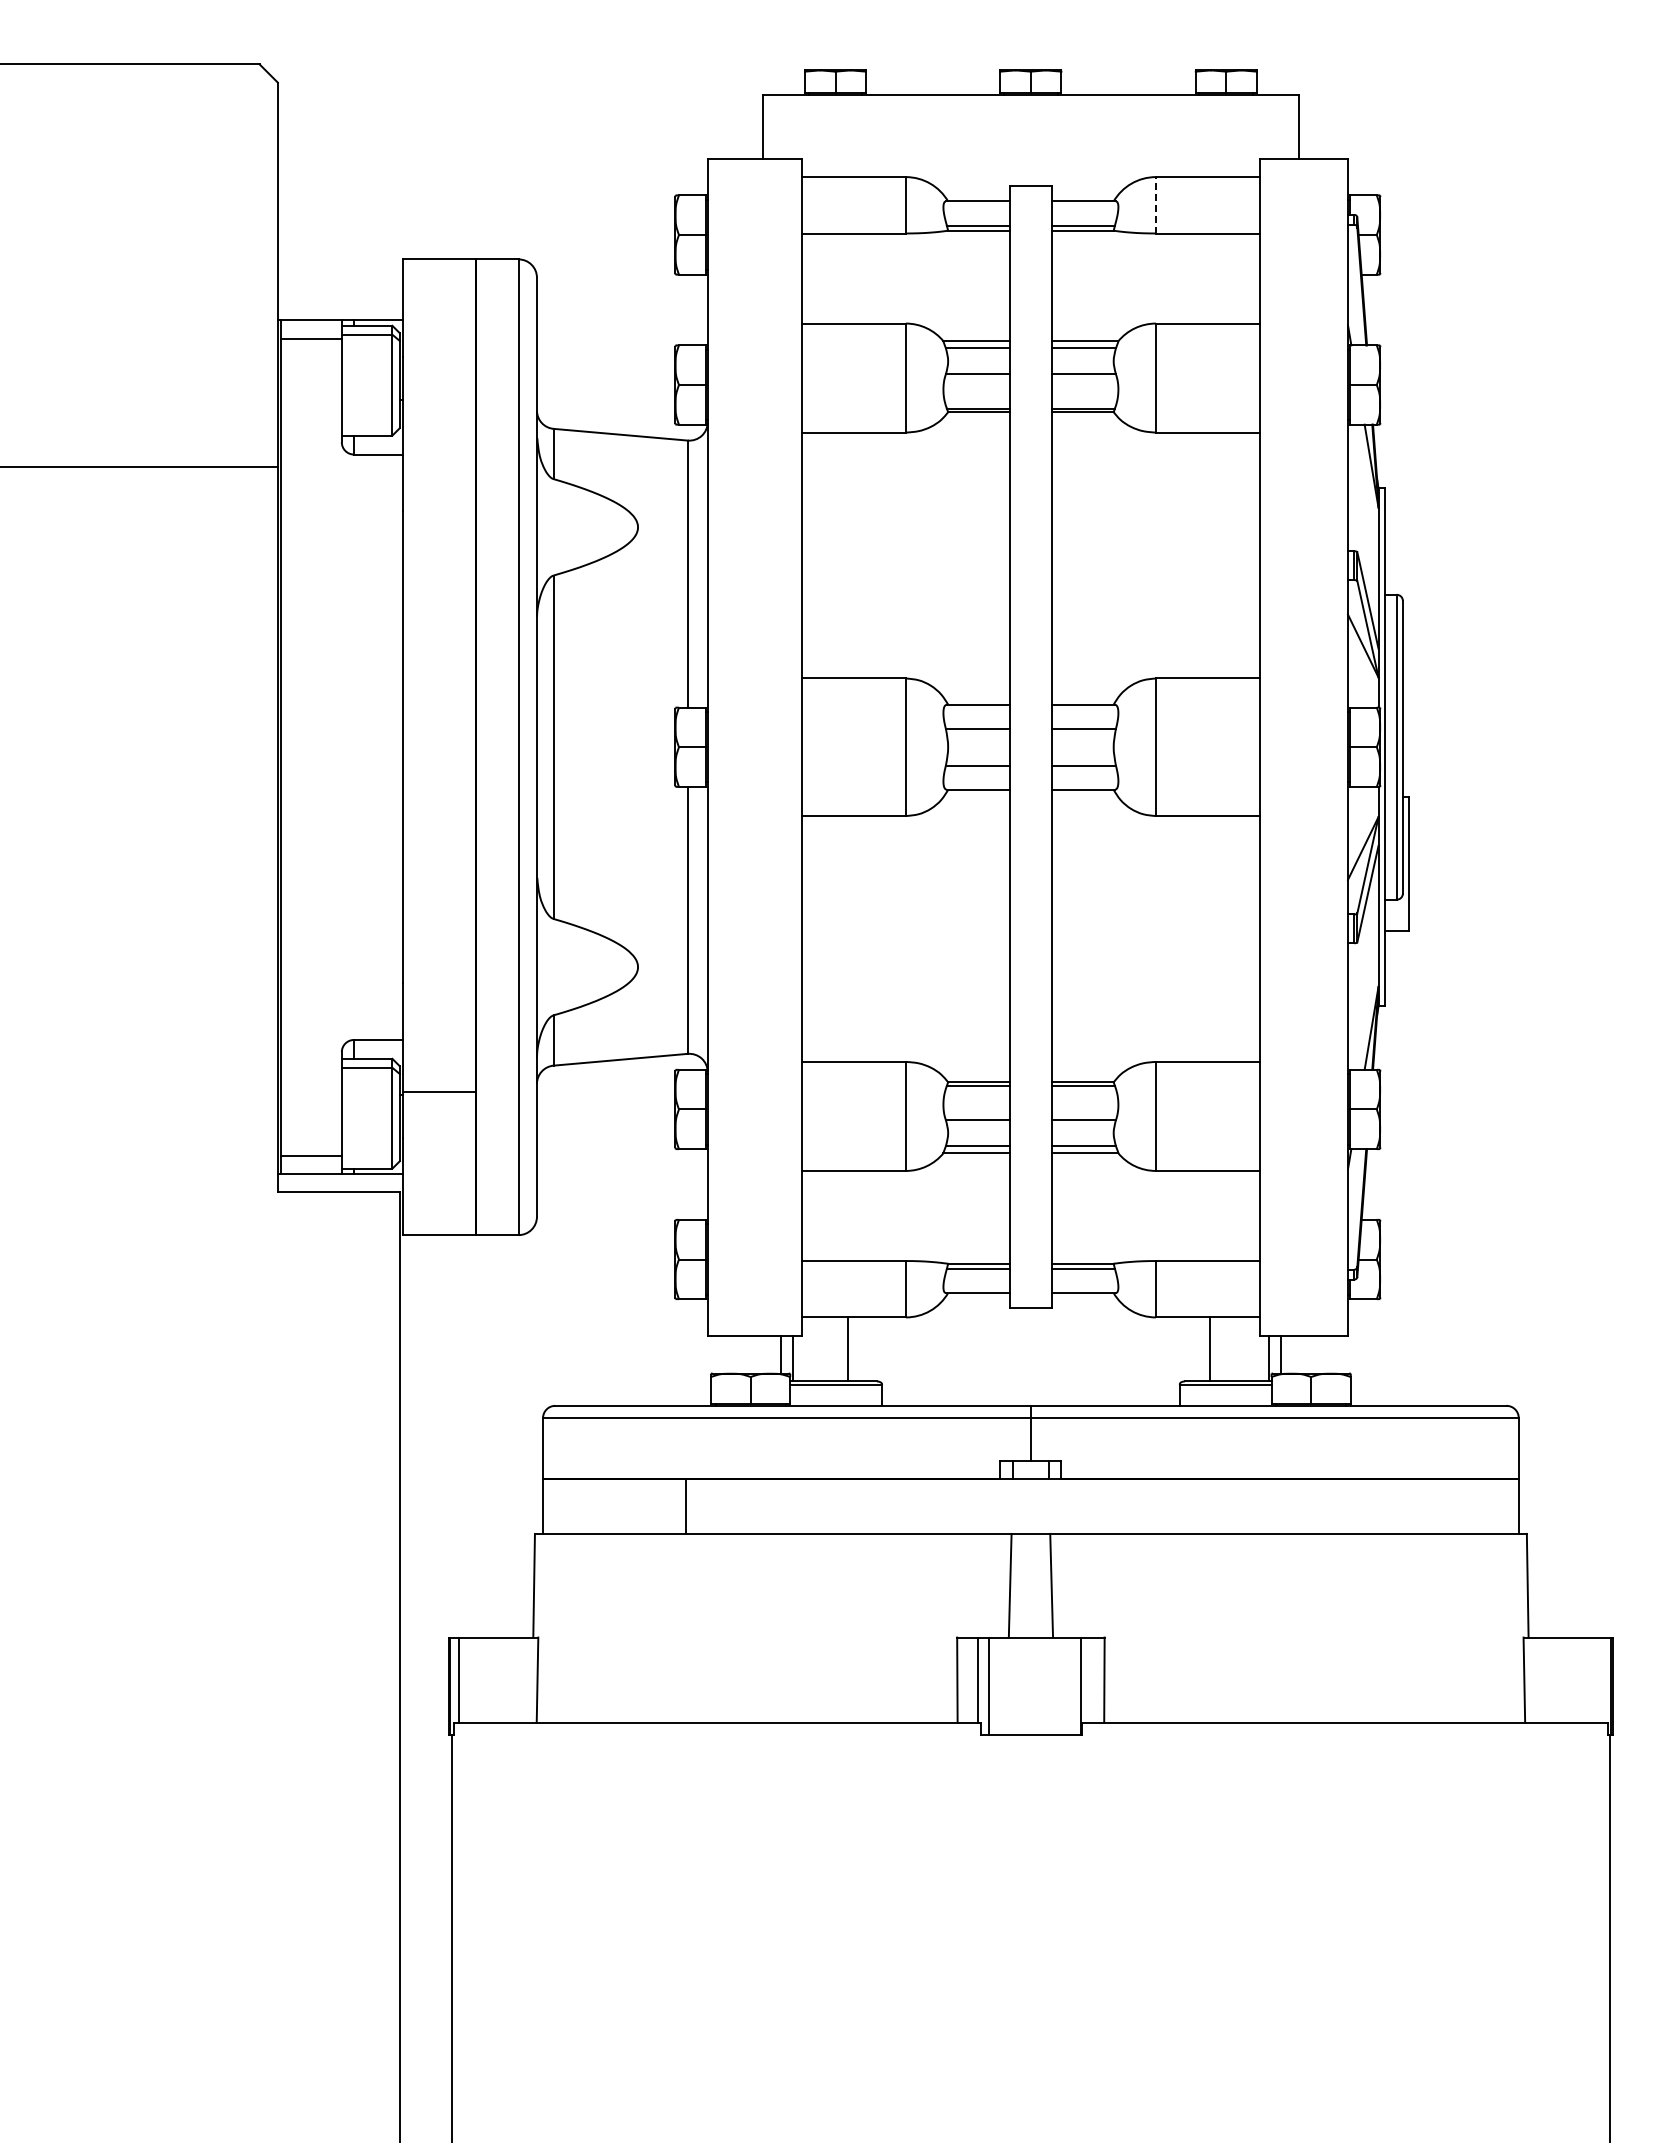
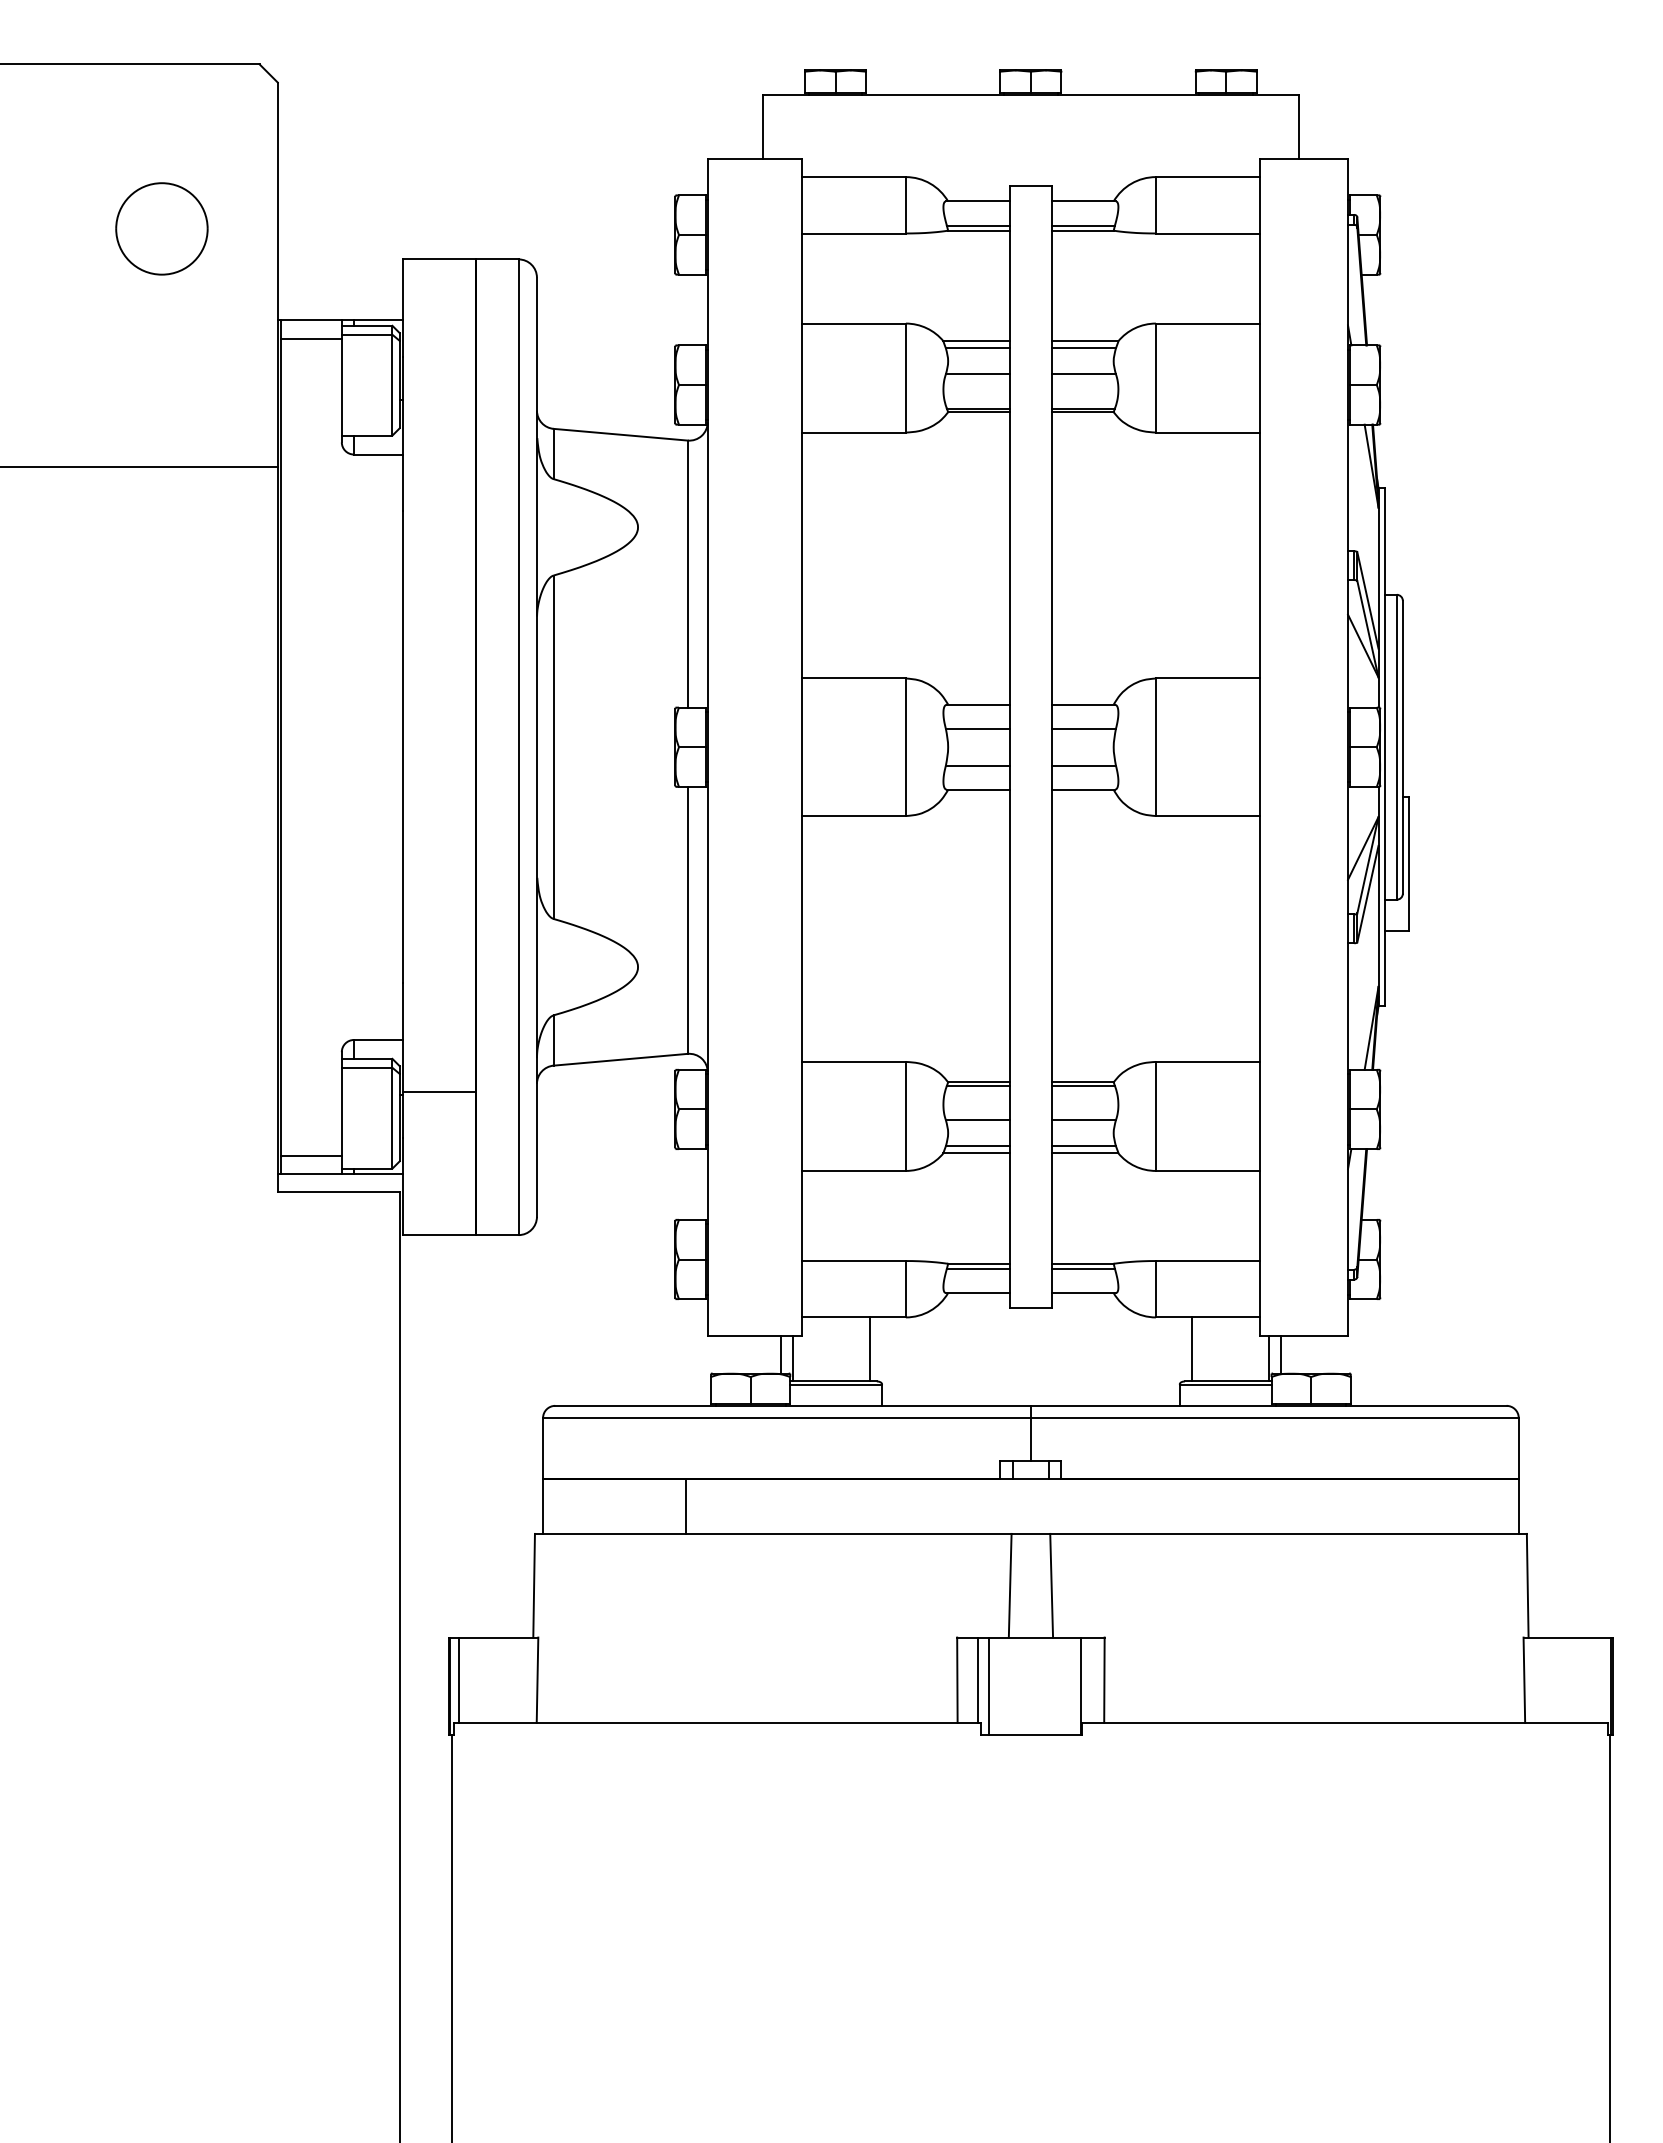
line at (1155, 204): dashed -> solid
part at (161, 228): none -> present
line at (847, 1349) position: (847, 1349) -> (869, 1349)
line at (1210, 1349) position: (1210, 1349) -> (1192, 1349)
